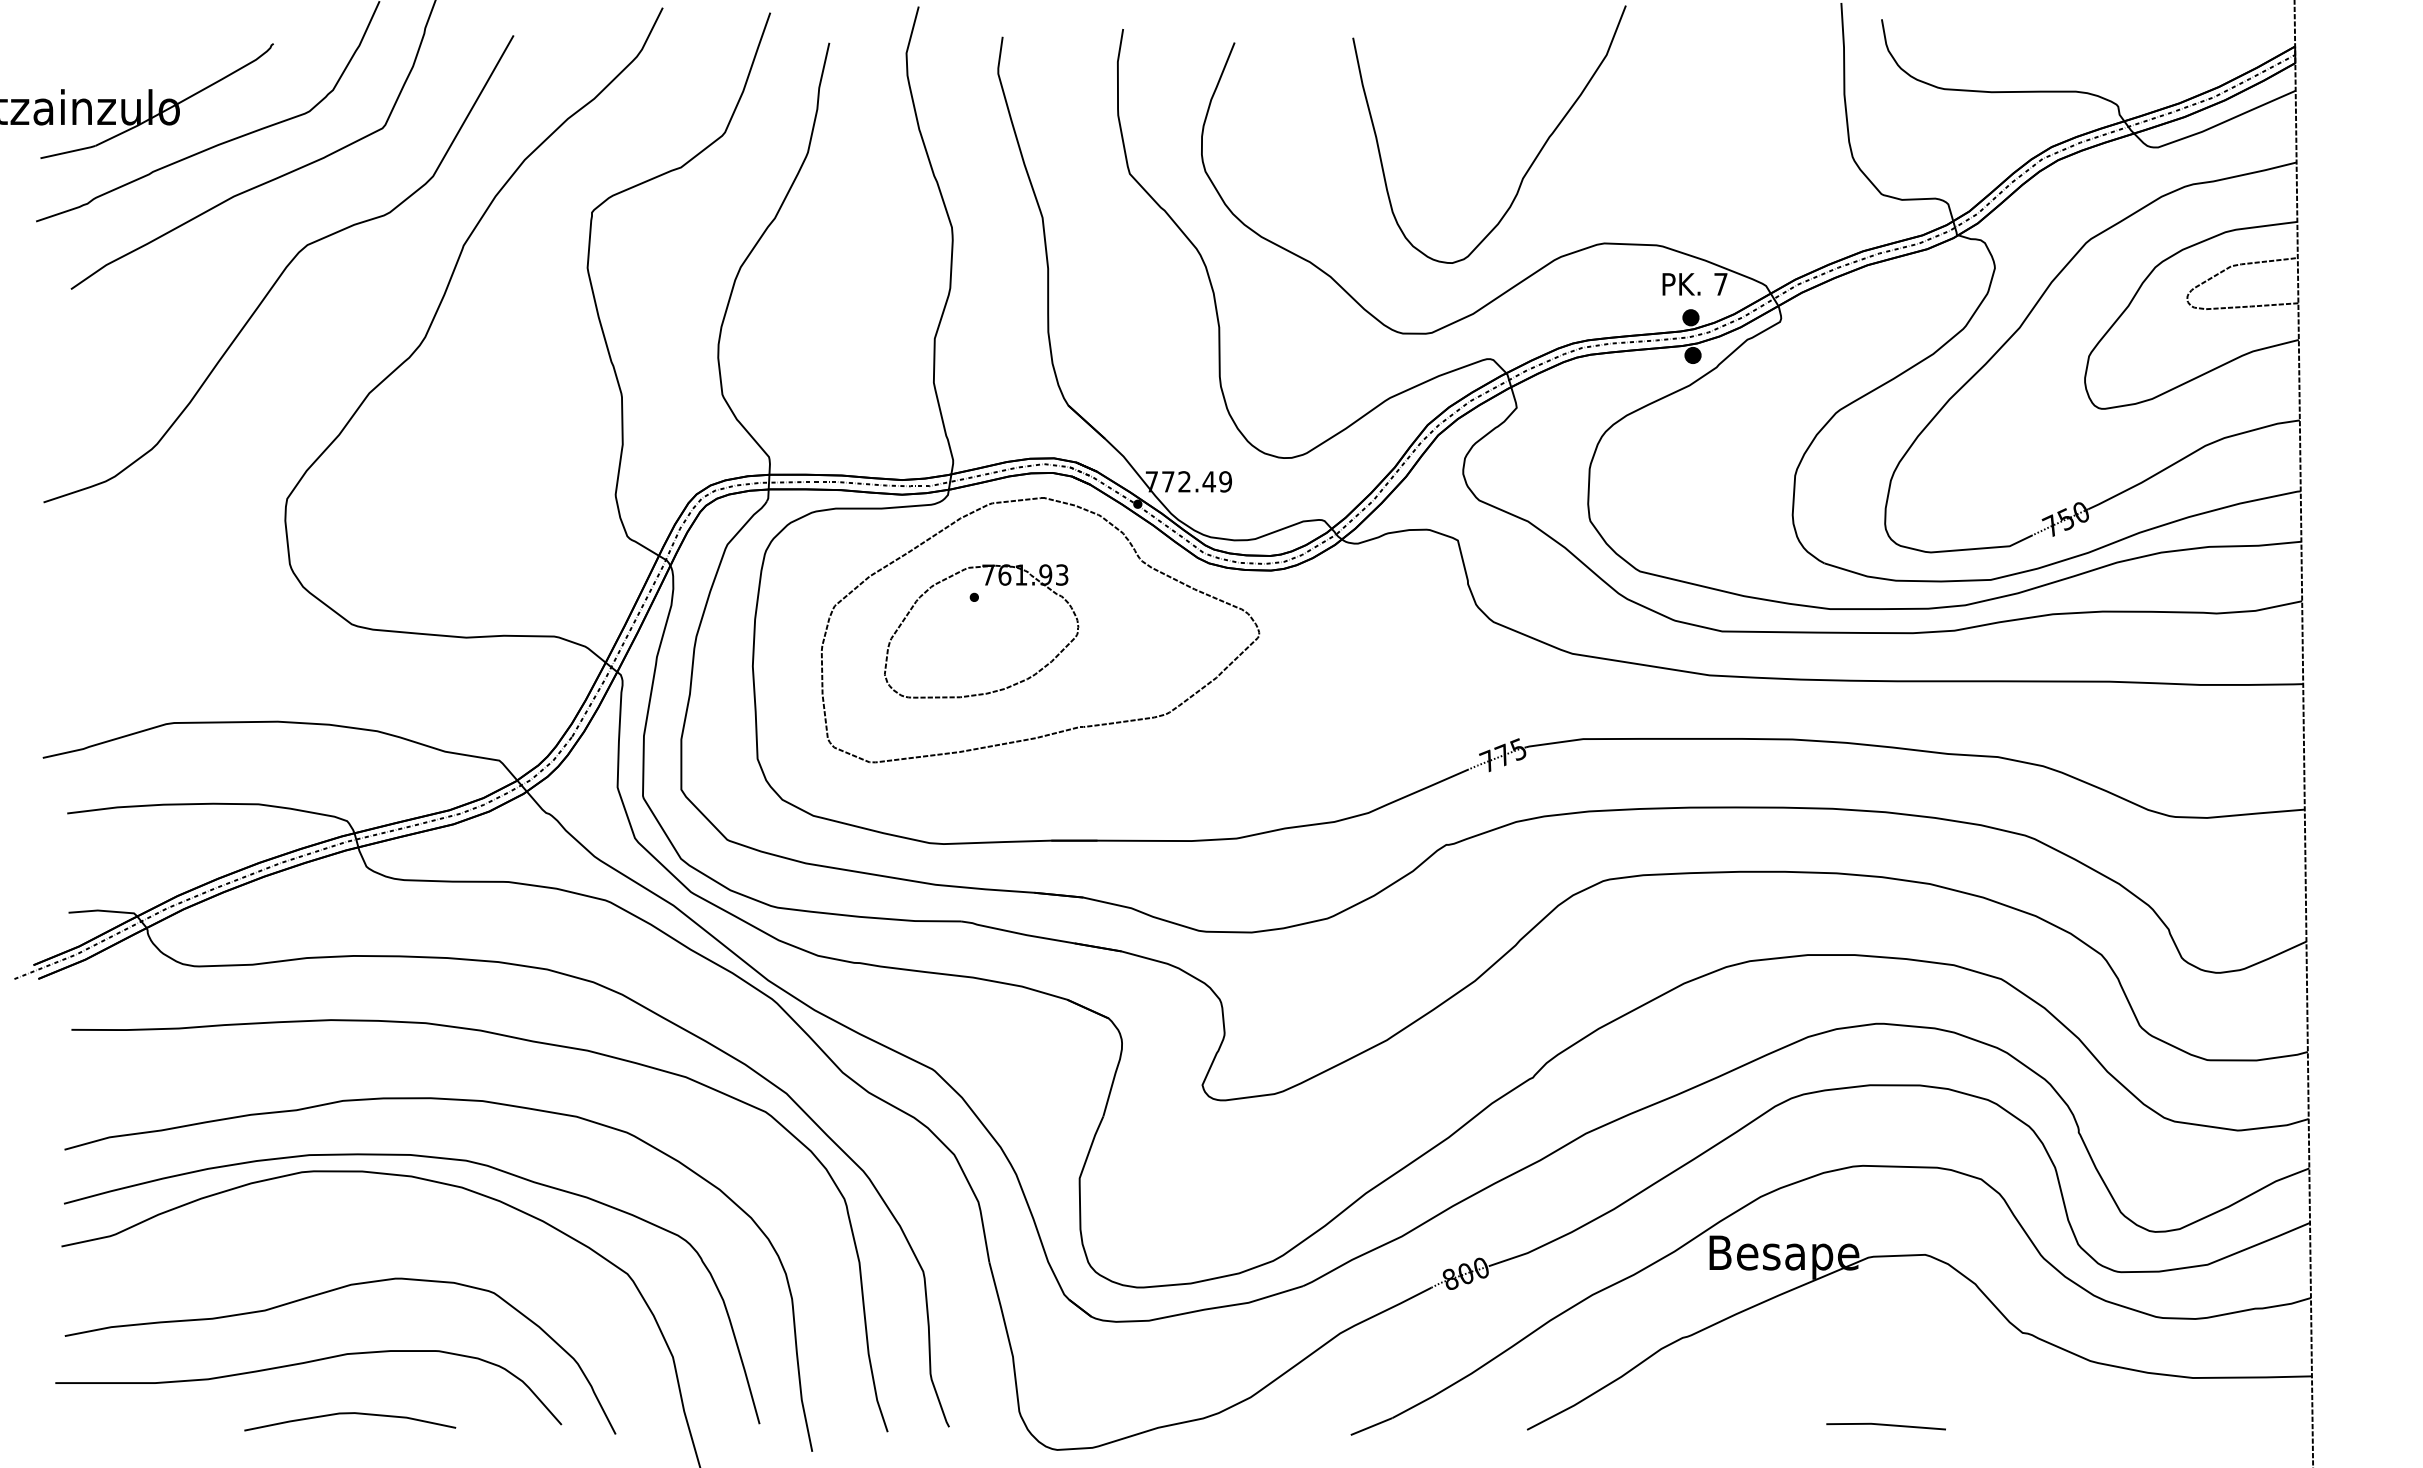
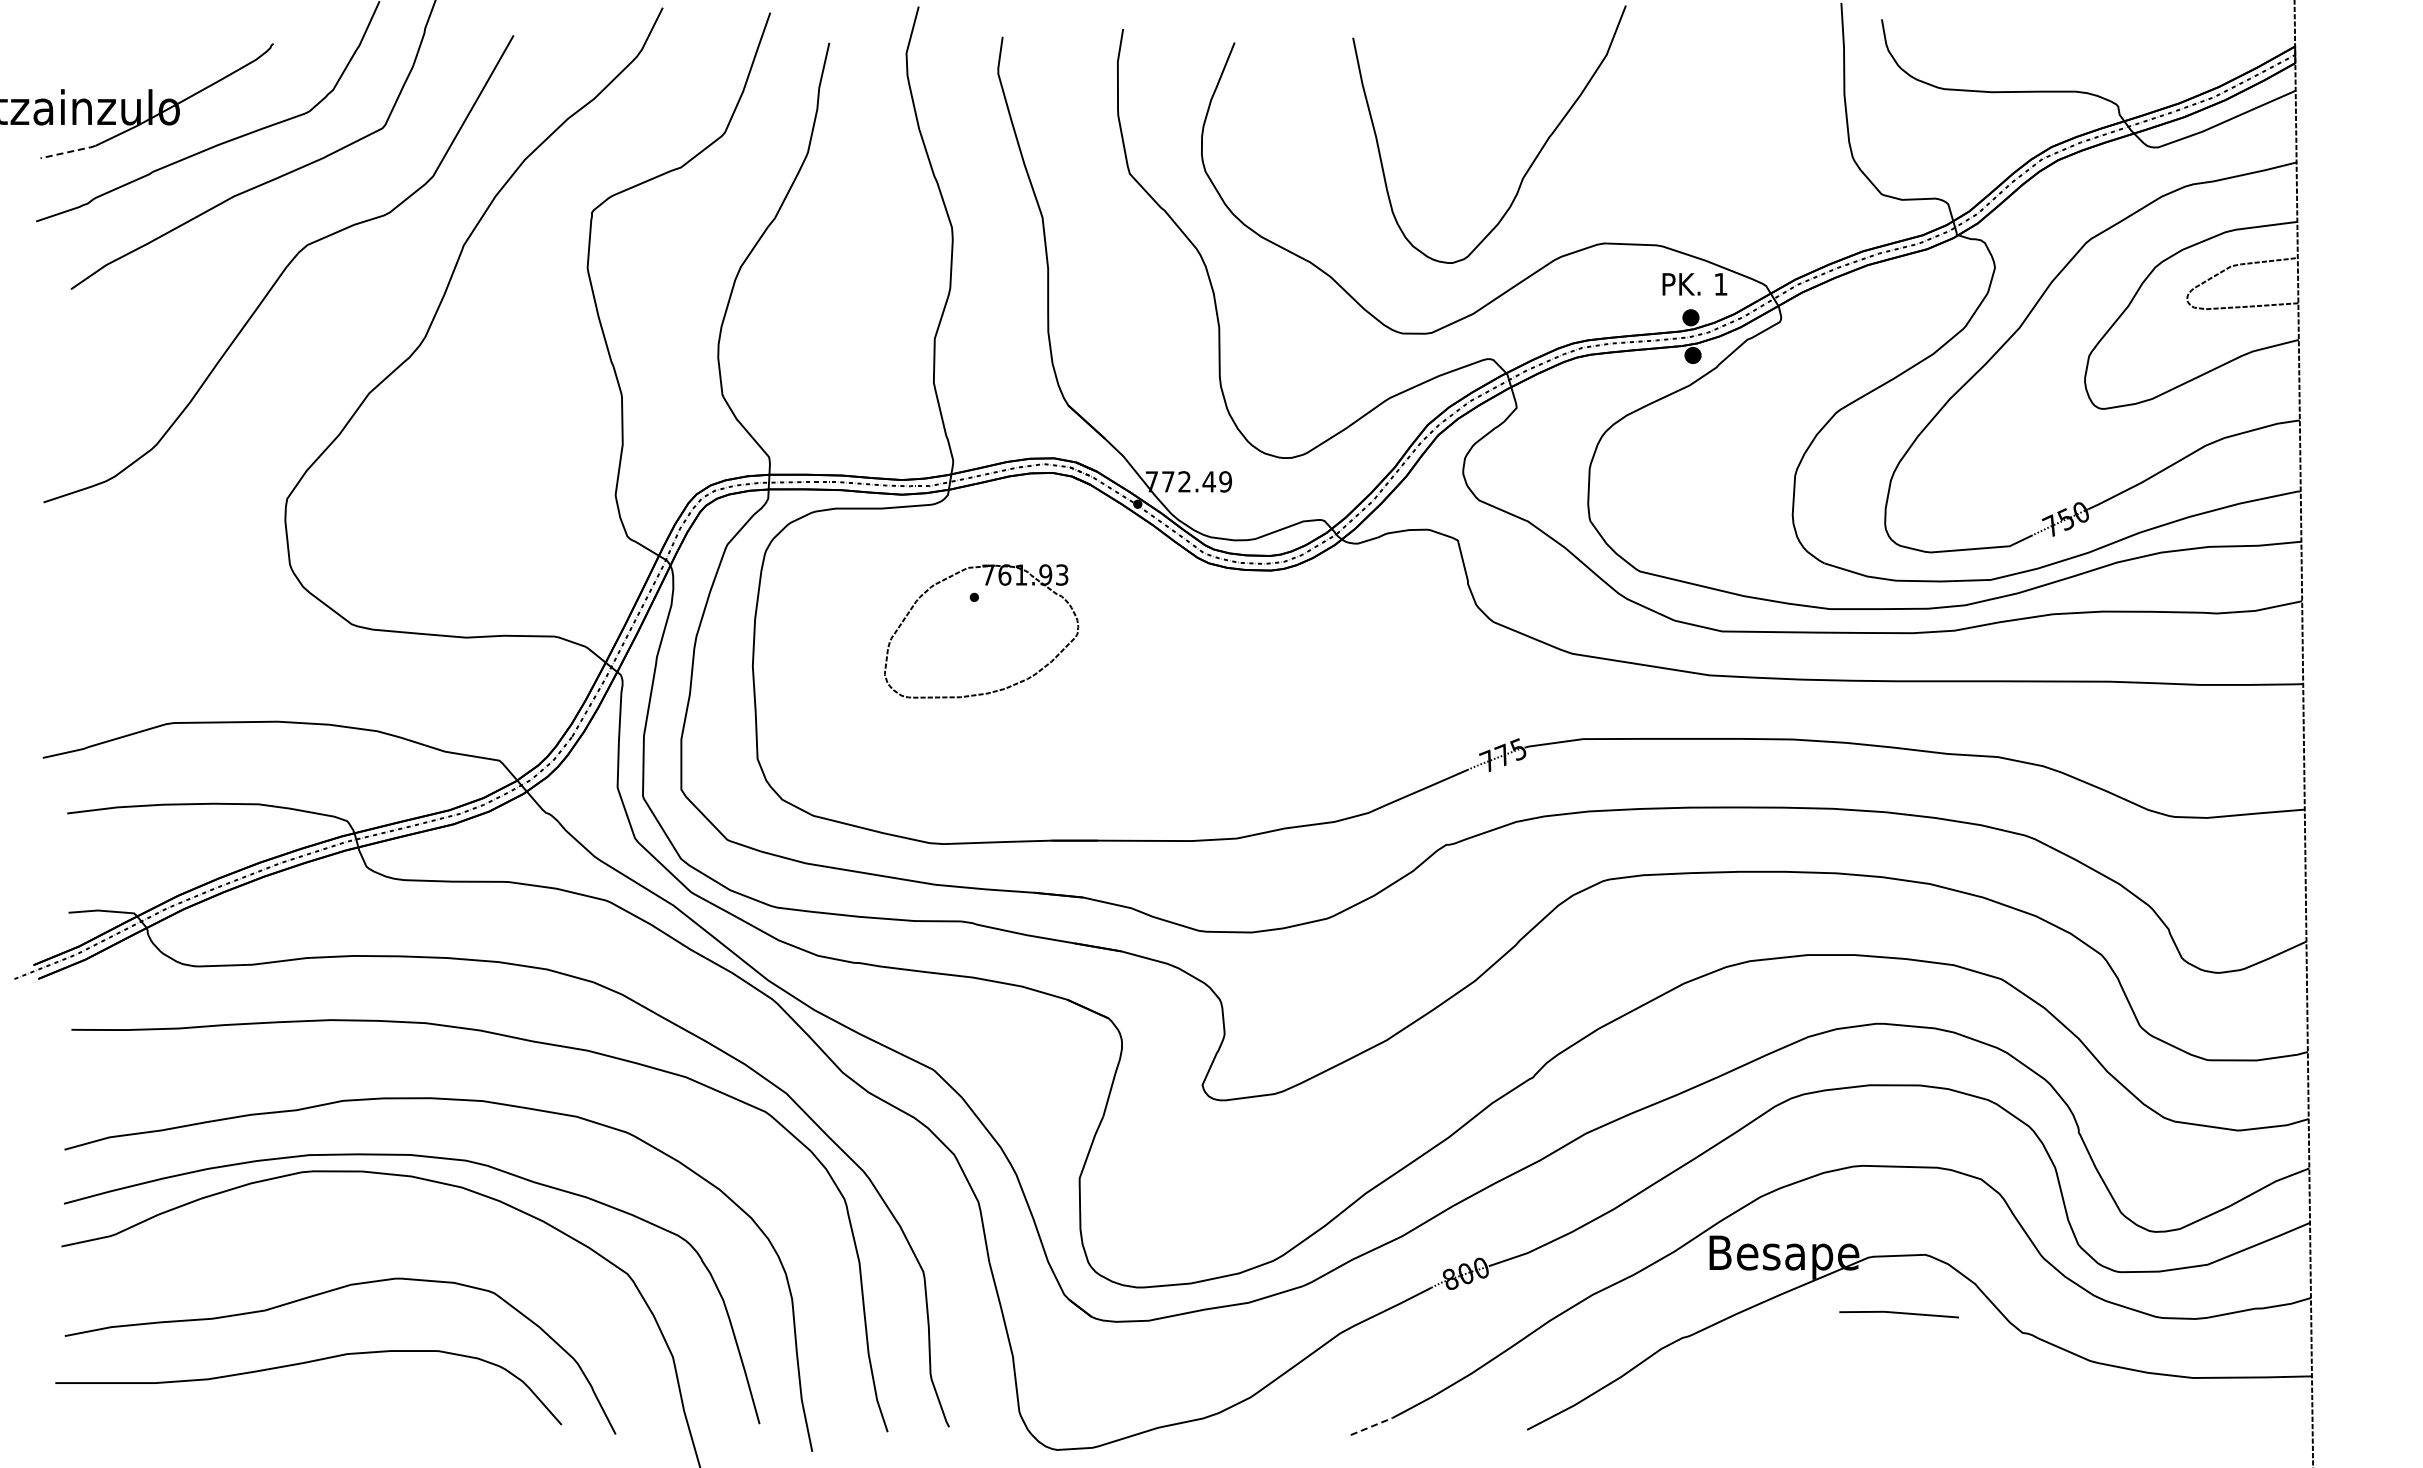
line at (68, 152): solid -> dashed
text at (1720, 284): 7 -> 1
part at (1061, 730): present -> none
curve at (350, 1414): present -> none
line at (1885, 1425) position: (1885, 1425) -> (1898, 1313)
line at (1372, 1426): solid -> dashed
